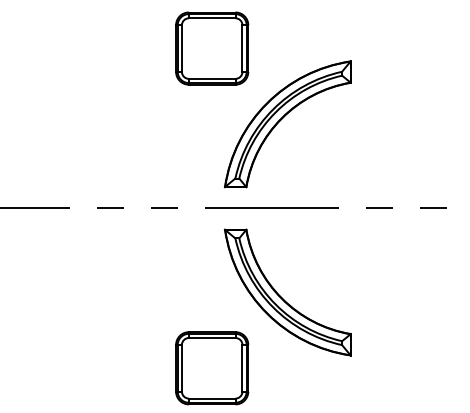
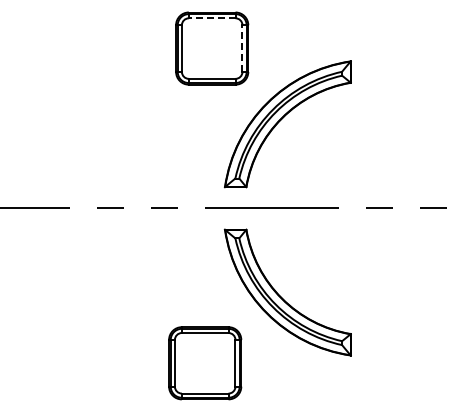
line at (211, 18): solid -> dashed
line at (242, 48): solid -> dashed
part at (212, 368) position: (212, 368) -> (205, 363)
